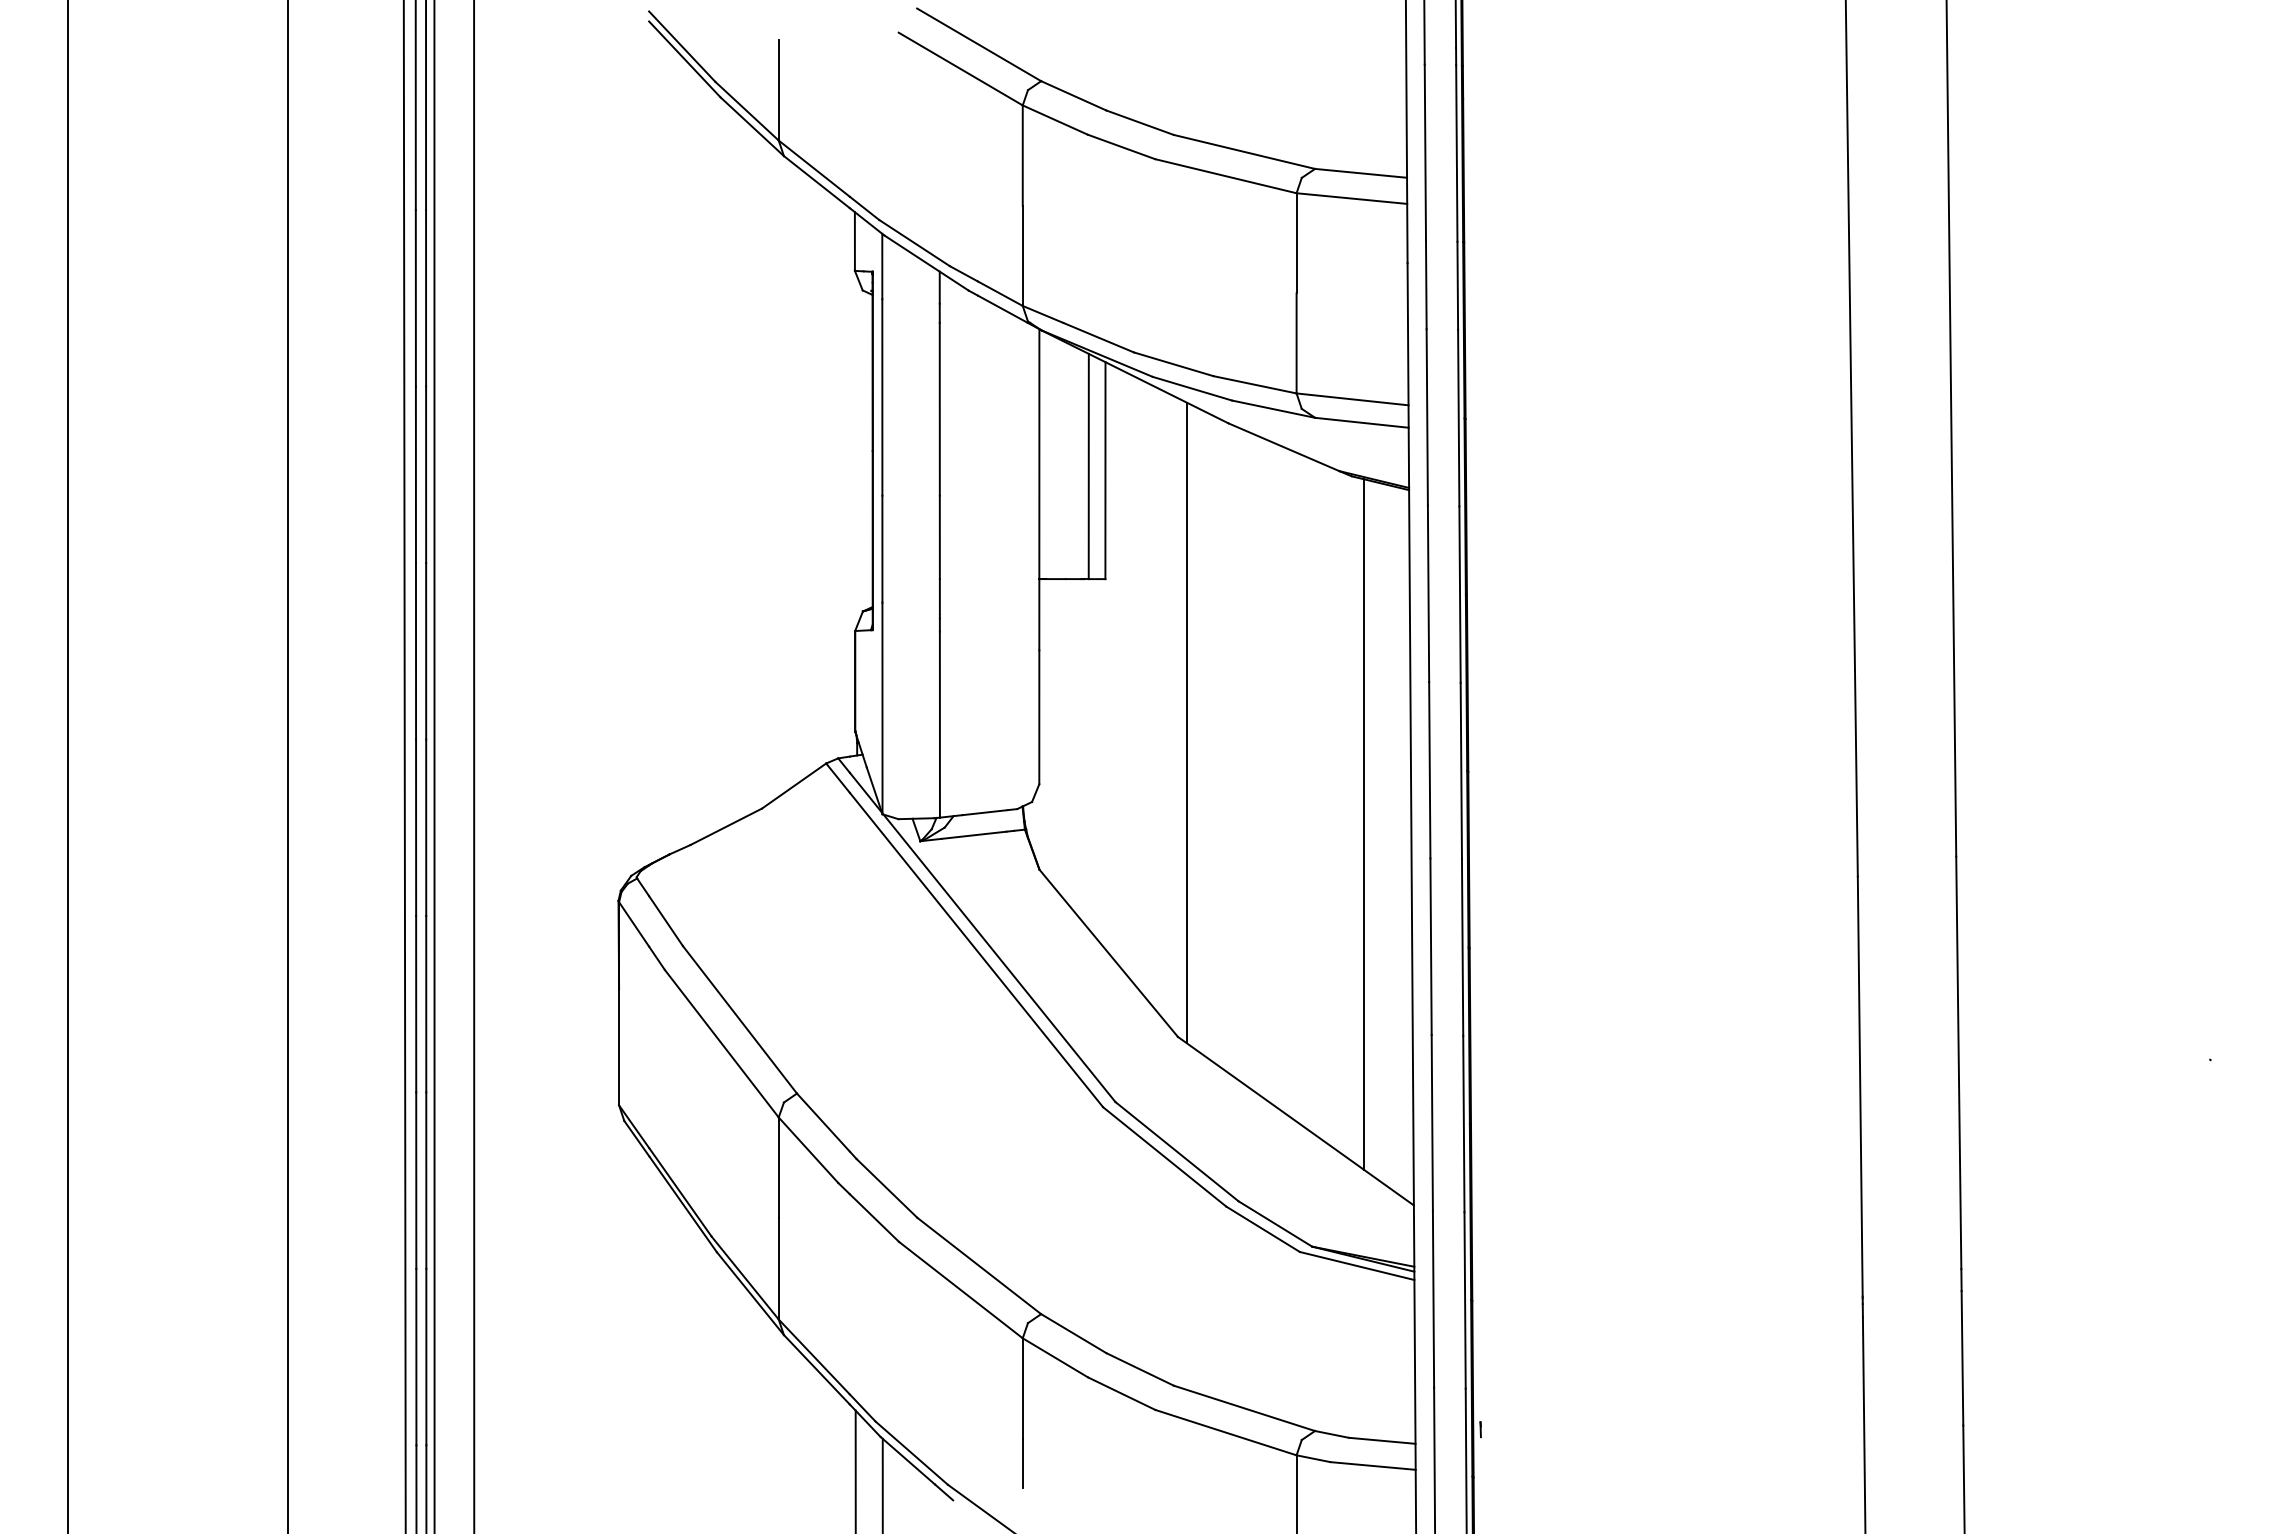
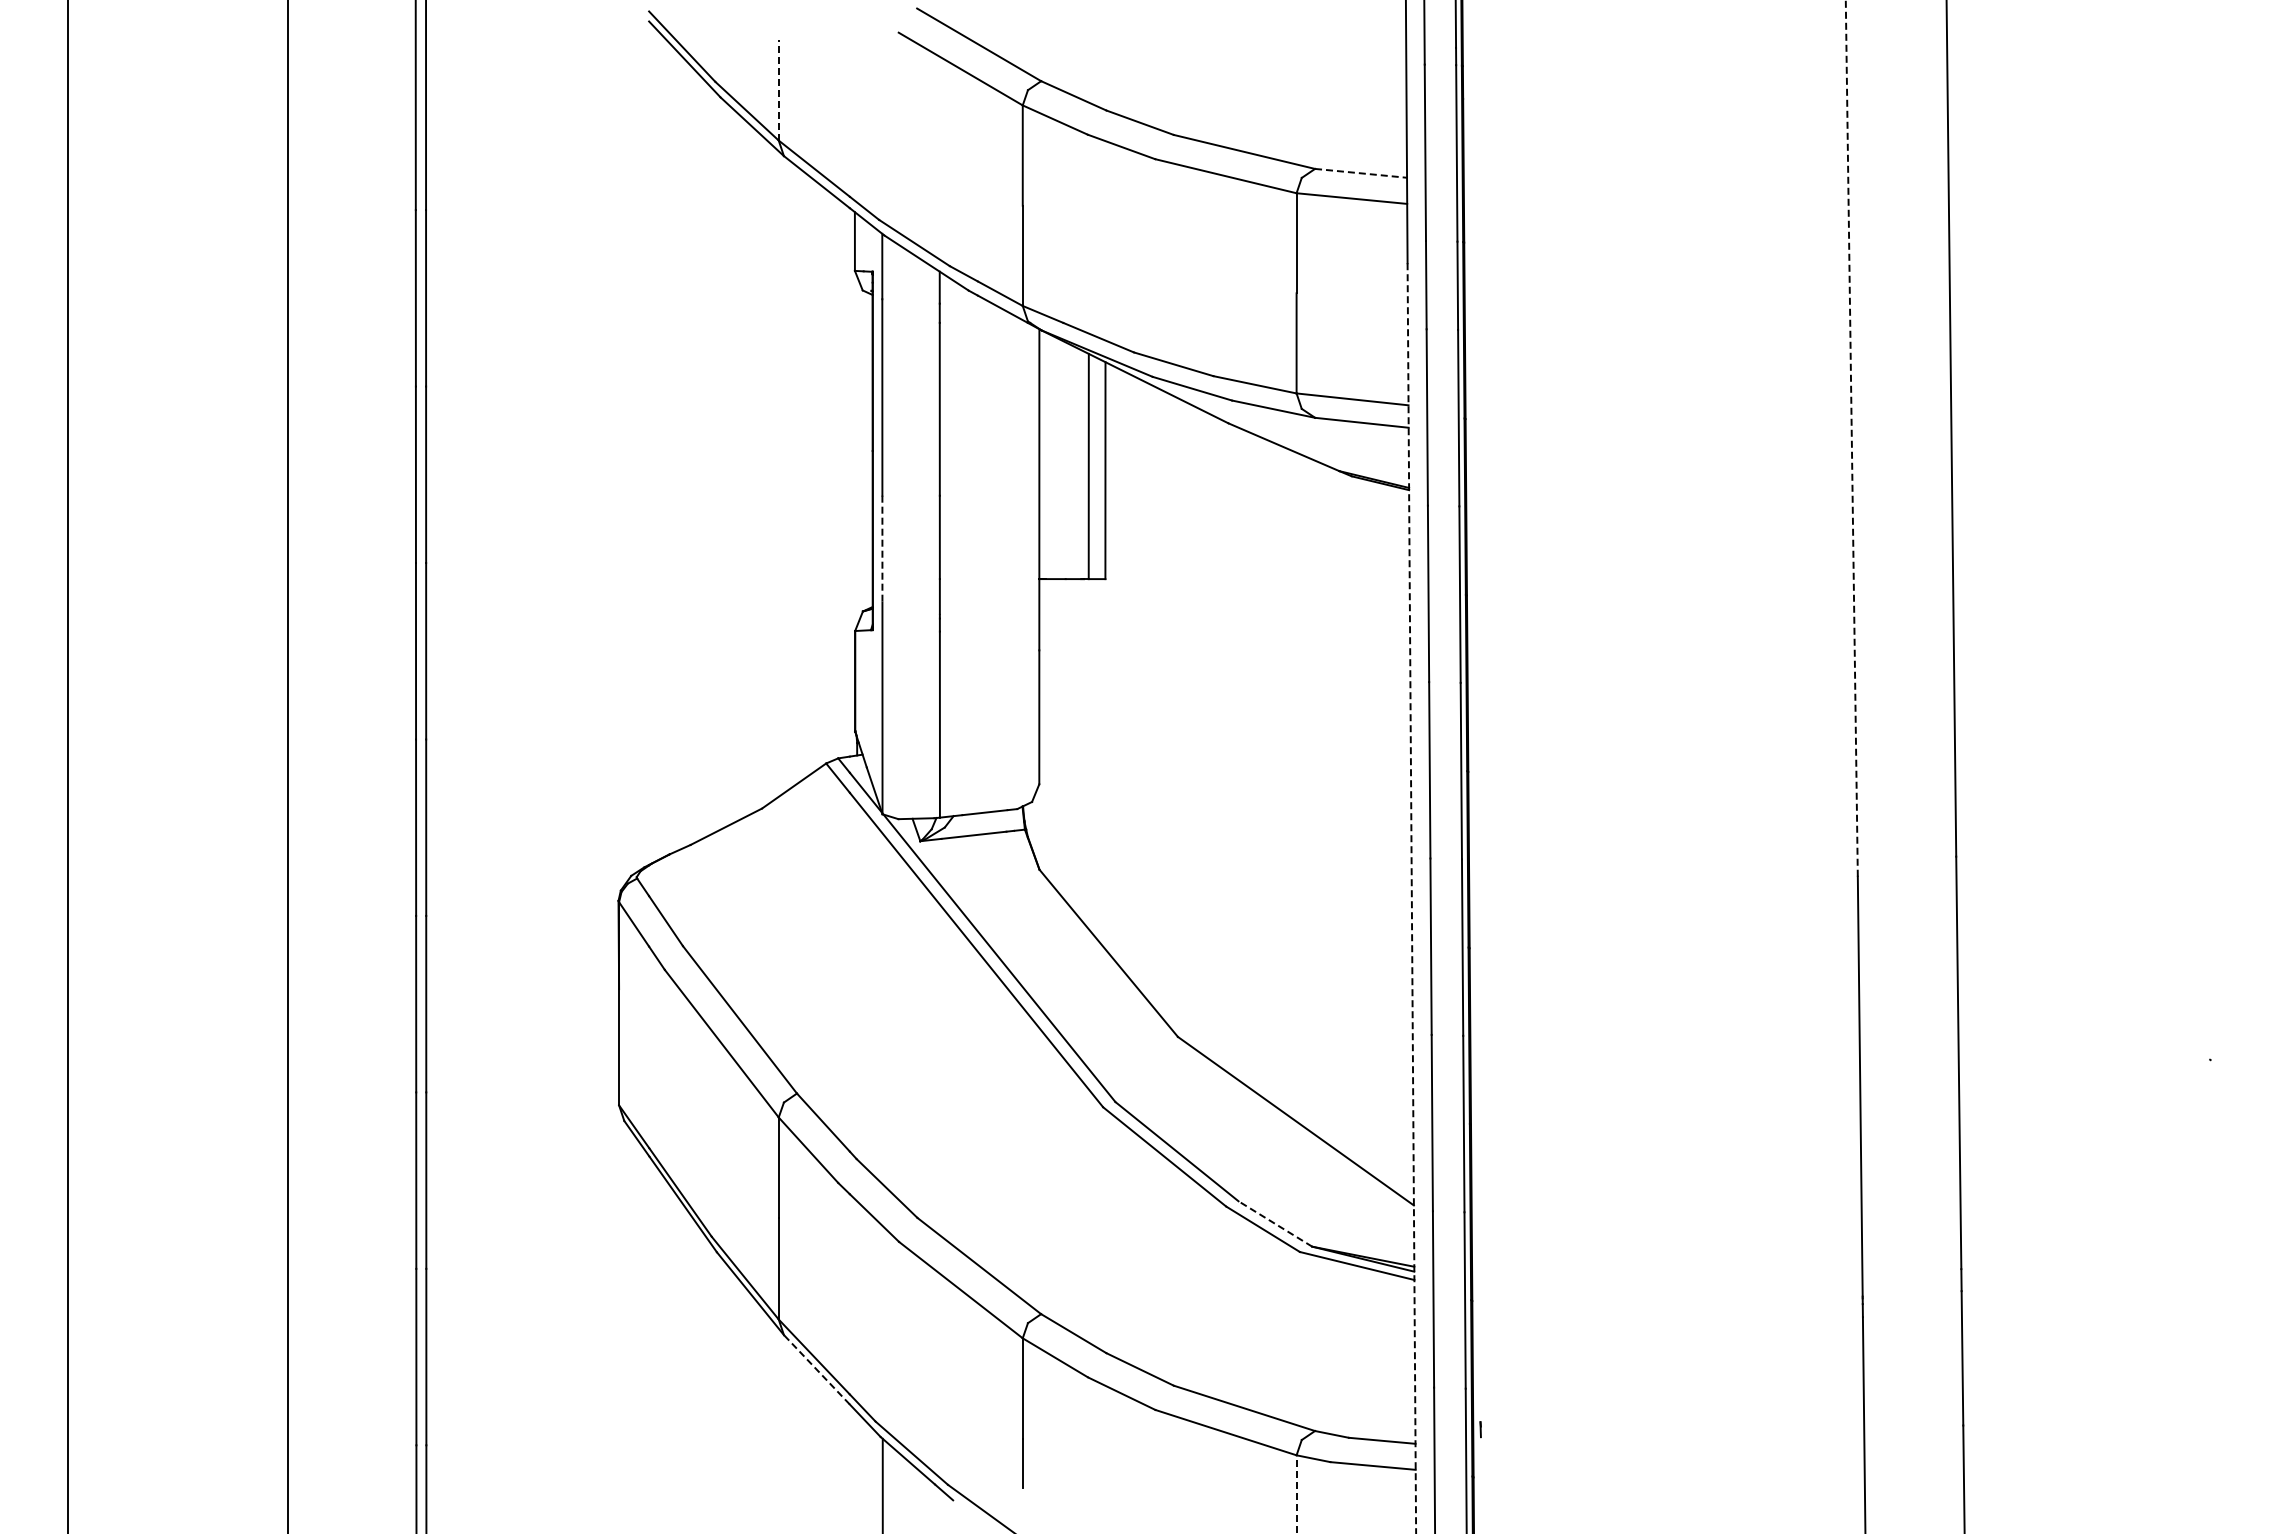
line at (778, 89): solid -> dashed
line at (1361, 173): solid -> dashed
line at (1851, 437): solid -> dashed
line at (882, 549): solid -> dashed
line at (1187, 722): present -> none
line at (404, 766): present -> none
line at (434, 766): present -> none
line at (474, 766): present -> none
line at (1363, 824): present -> none
line at (1411, 898): solid -> dashed
line at (1274, 1223): solid -> dashed
line at (816, 1369): solid -> dashed
line at (855, 1470): present -> none
line at (1296, 1493): solid -> dashed
